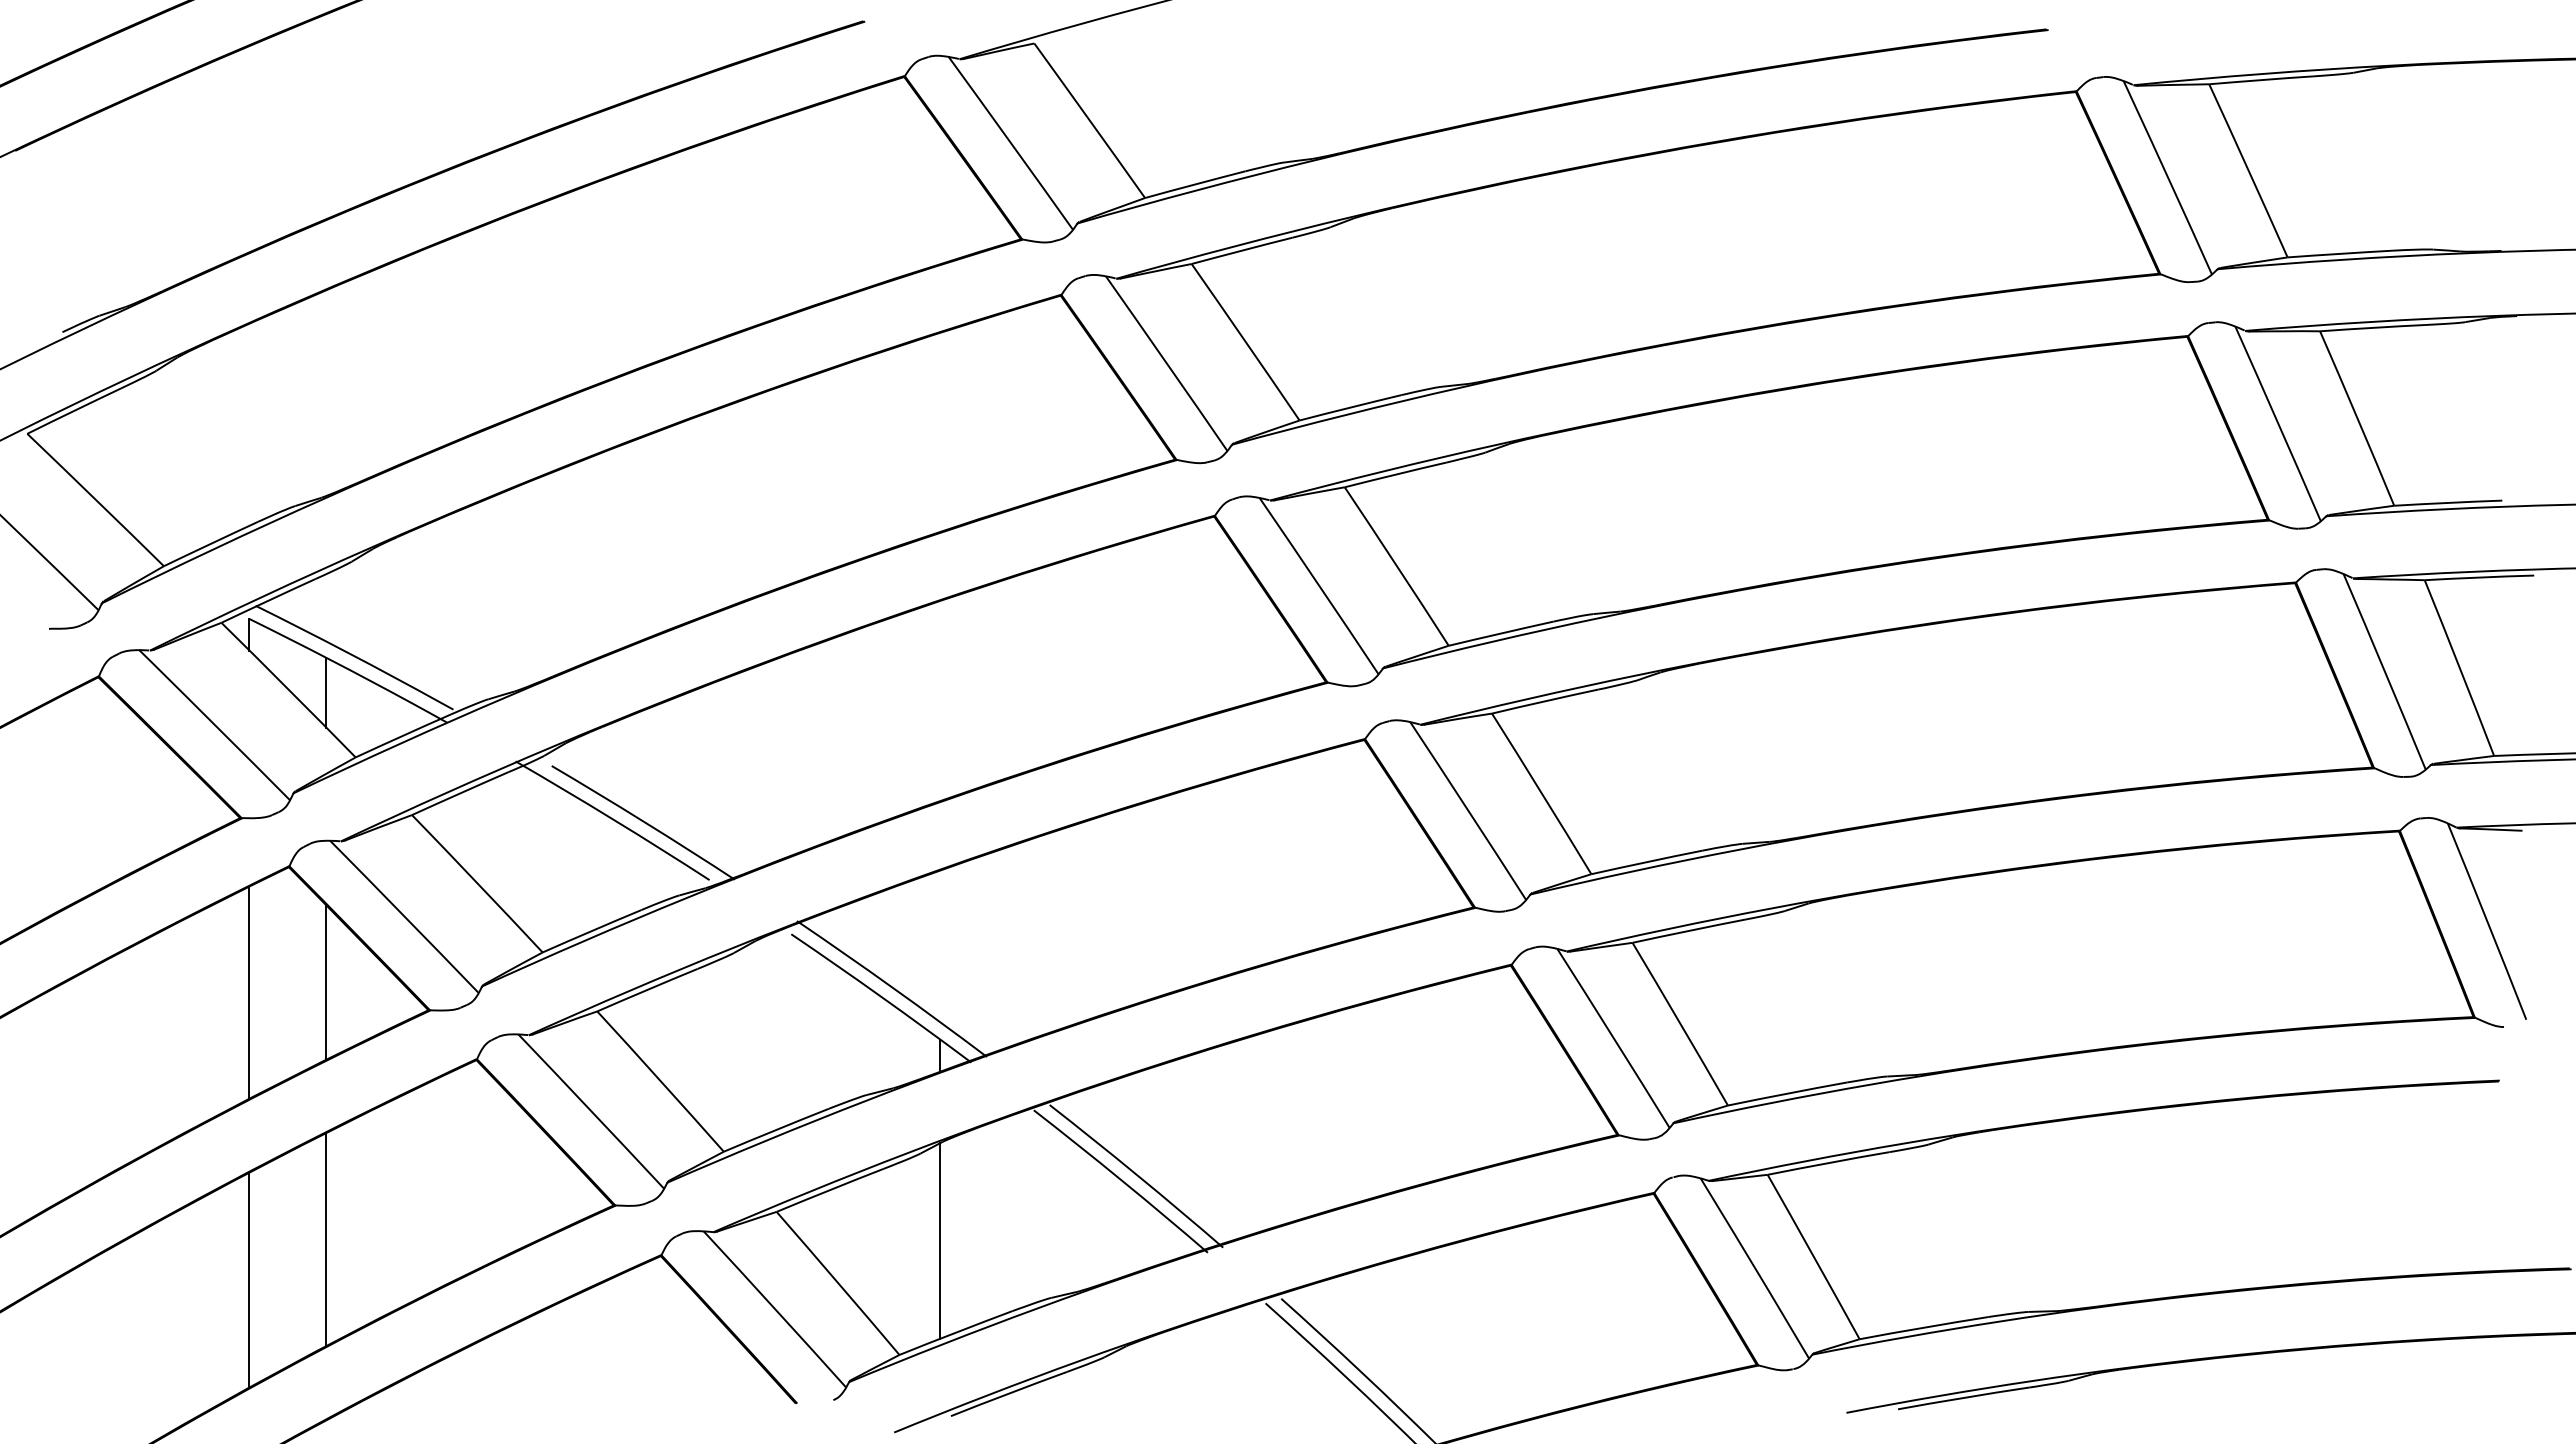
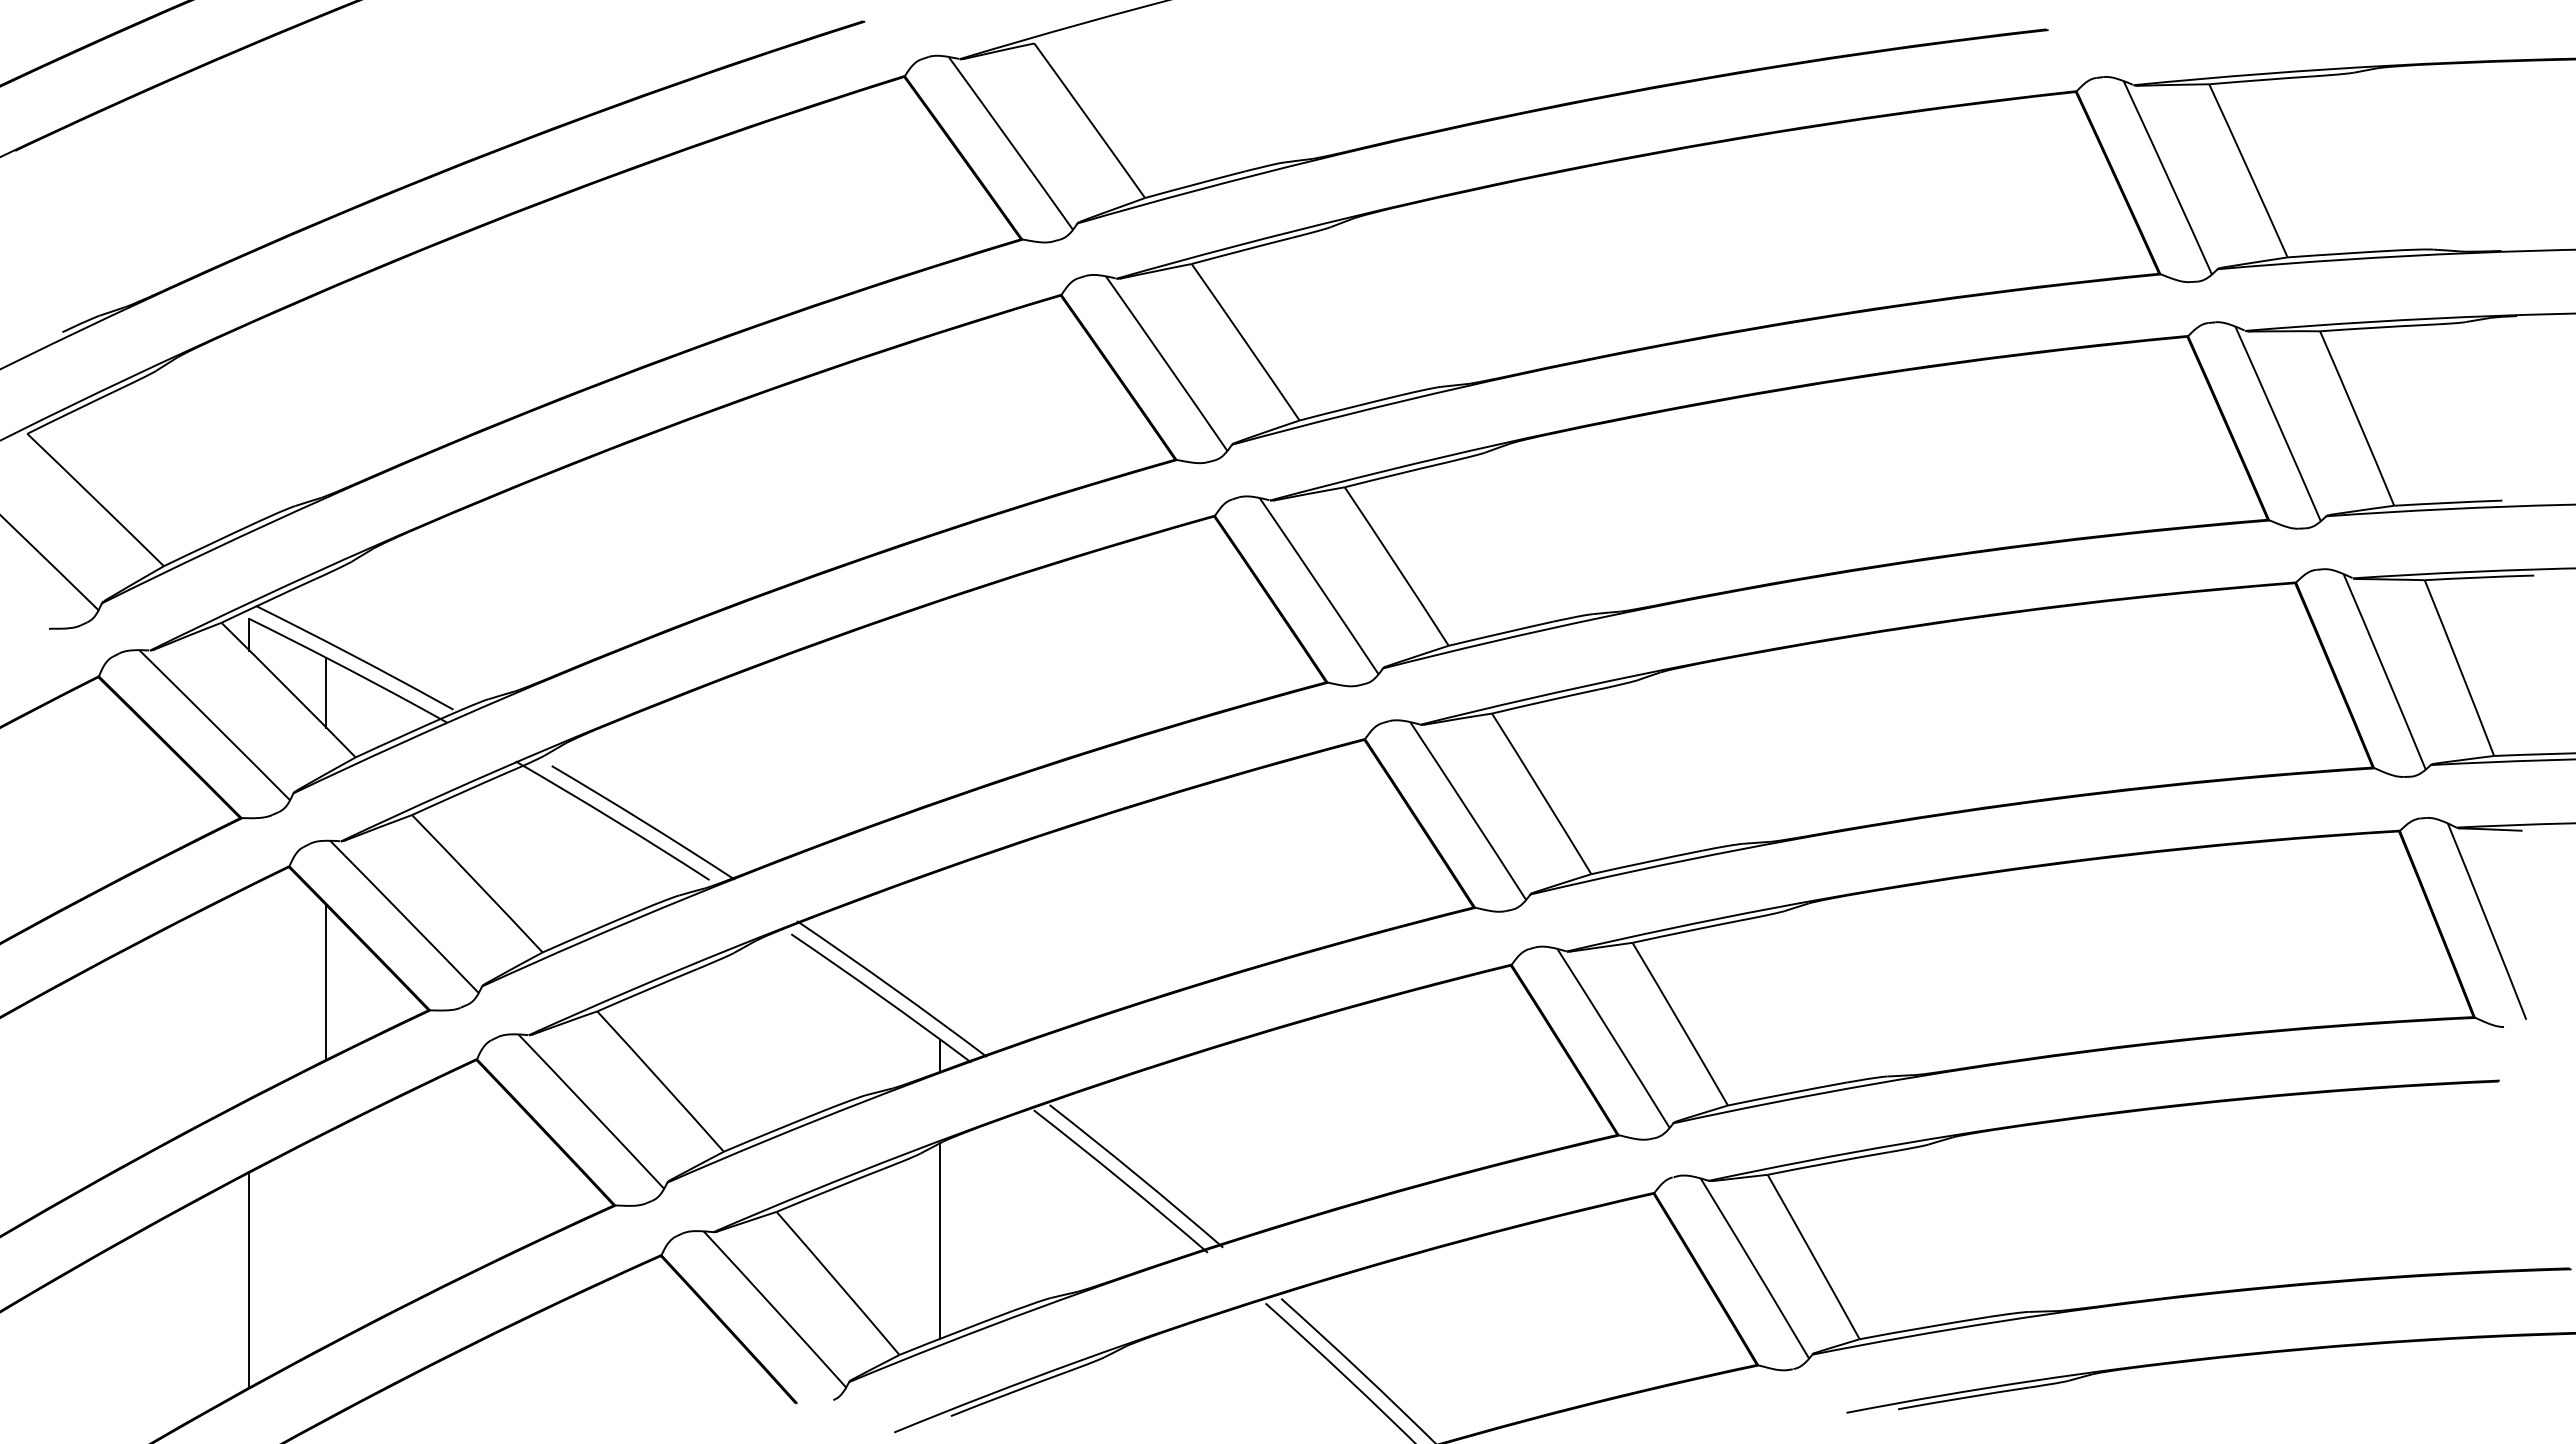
line at (249, 992): present -> none
line at (325, 1239): present -> none
